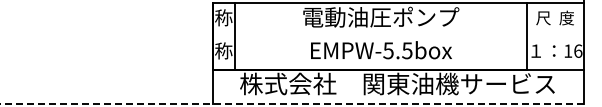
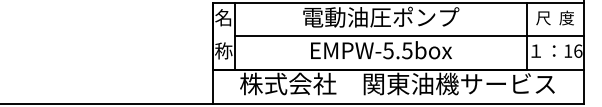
text at (223, 17): 称 -> 名
line at (408, 36): none -> present
line at (292, 103): dashed -> solid
